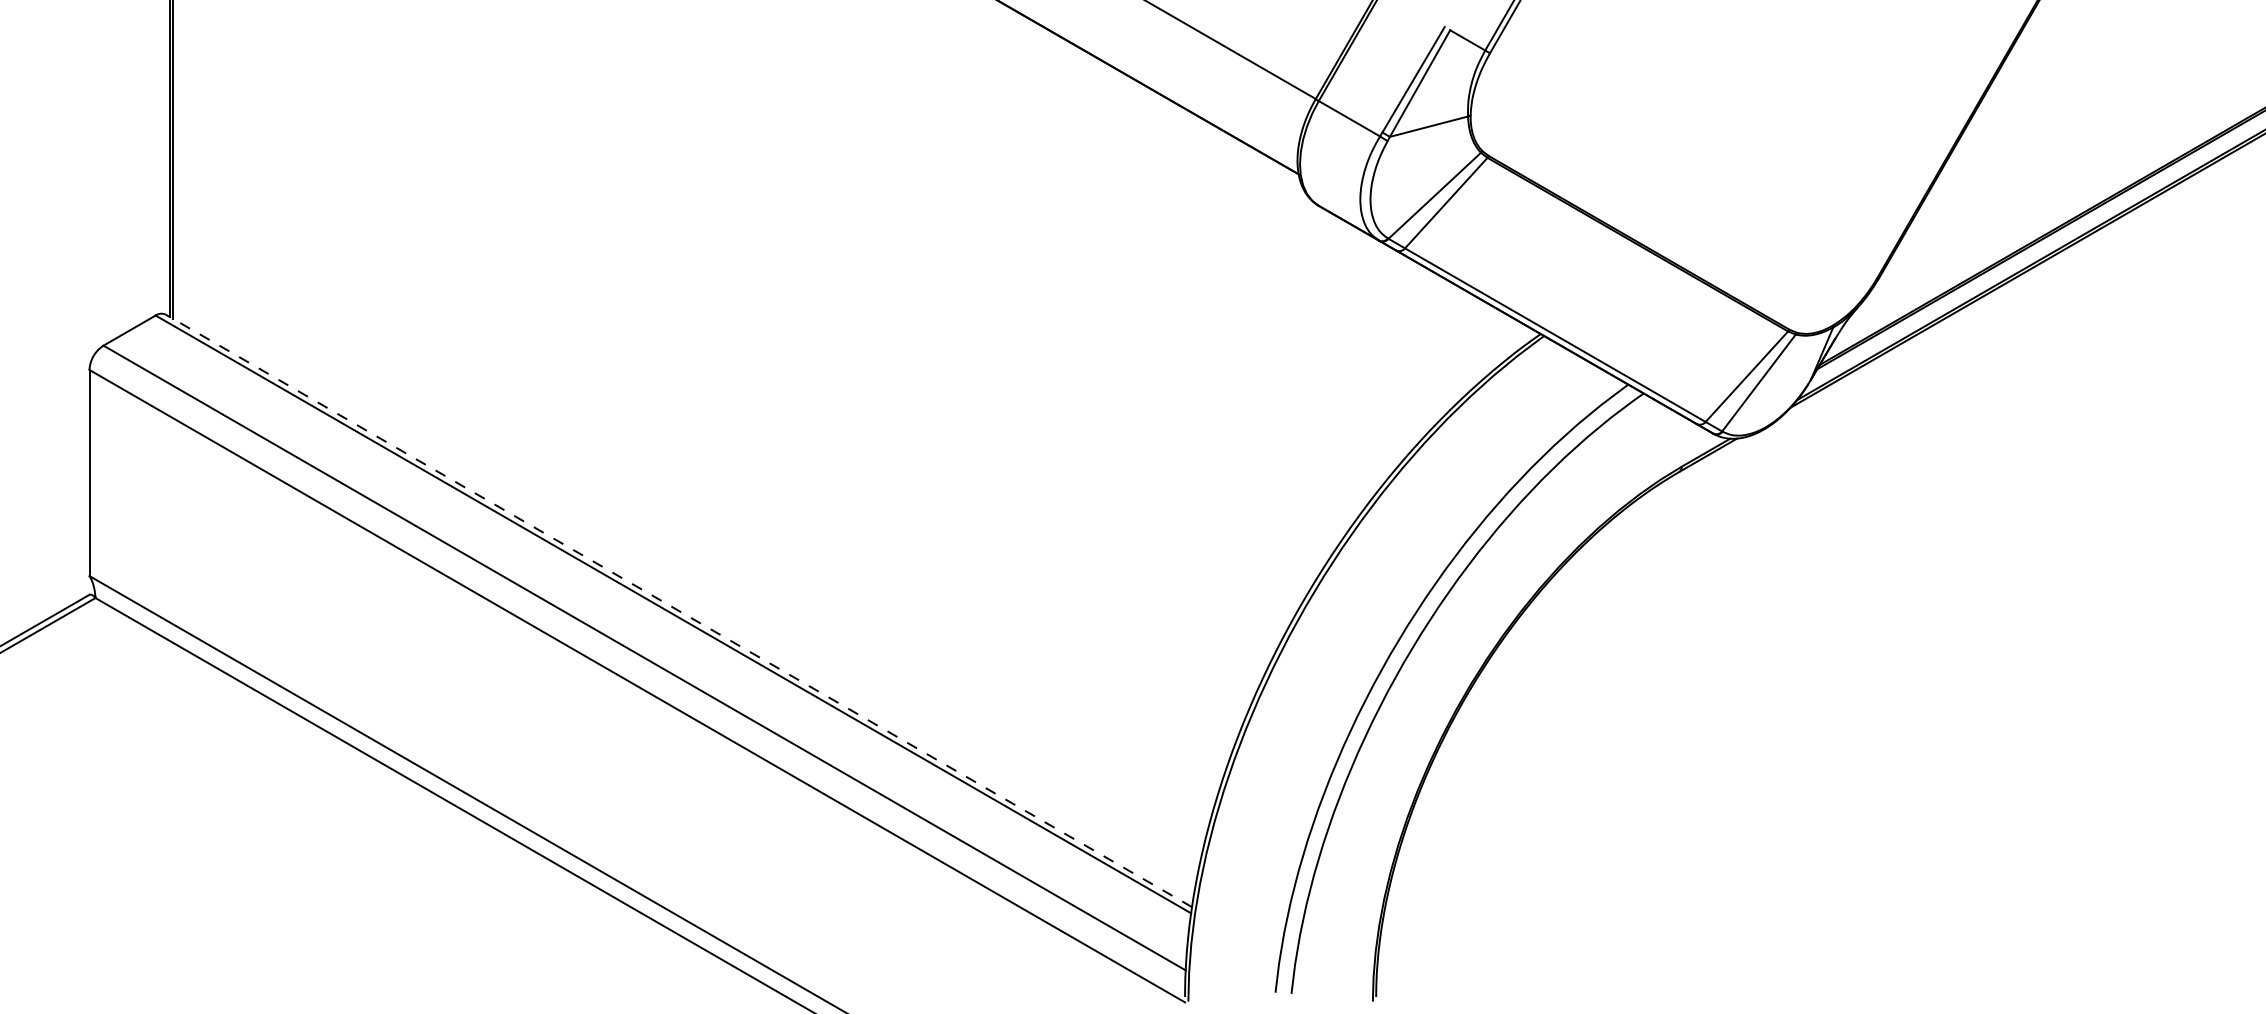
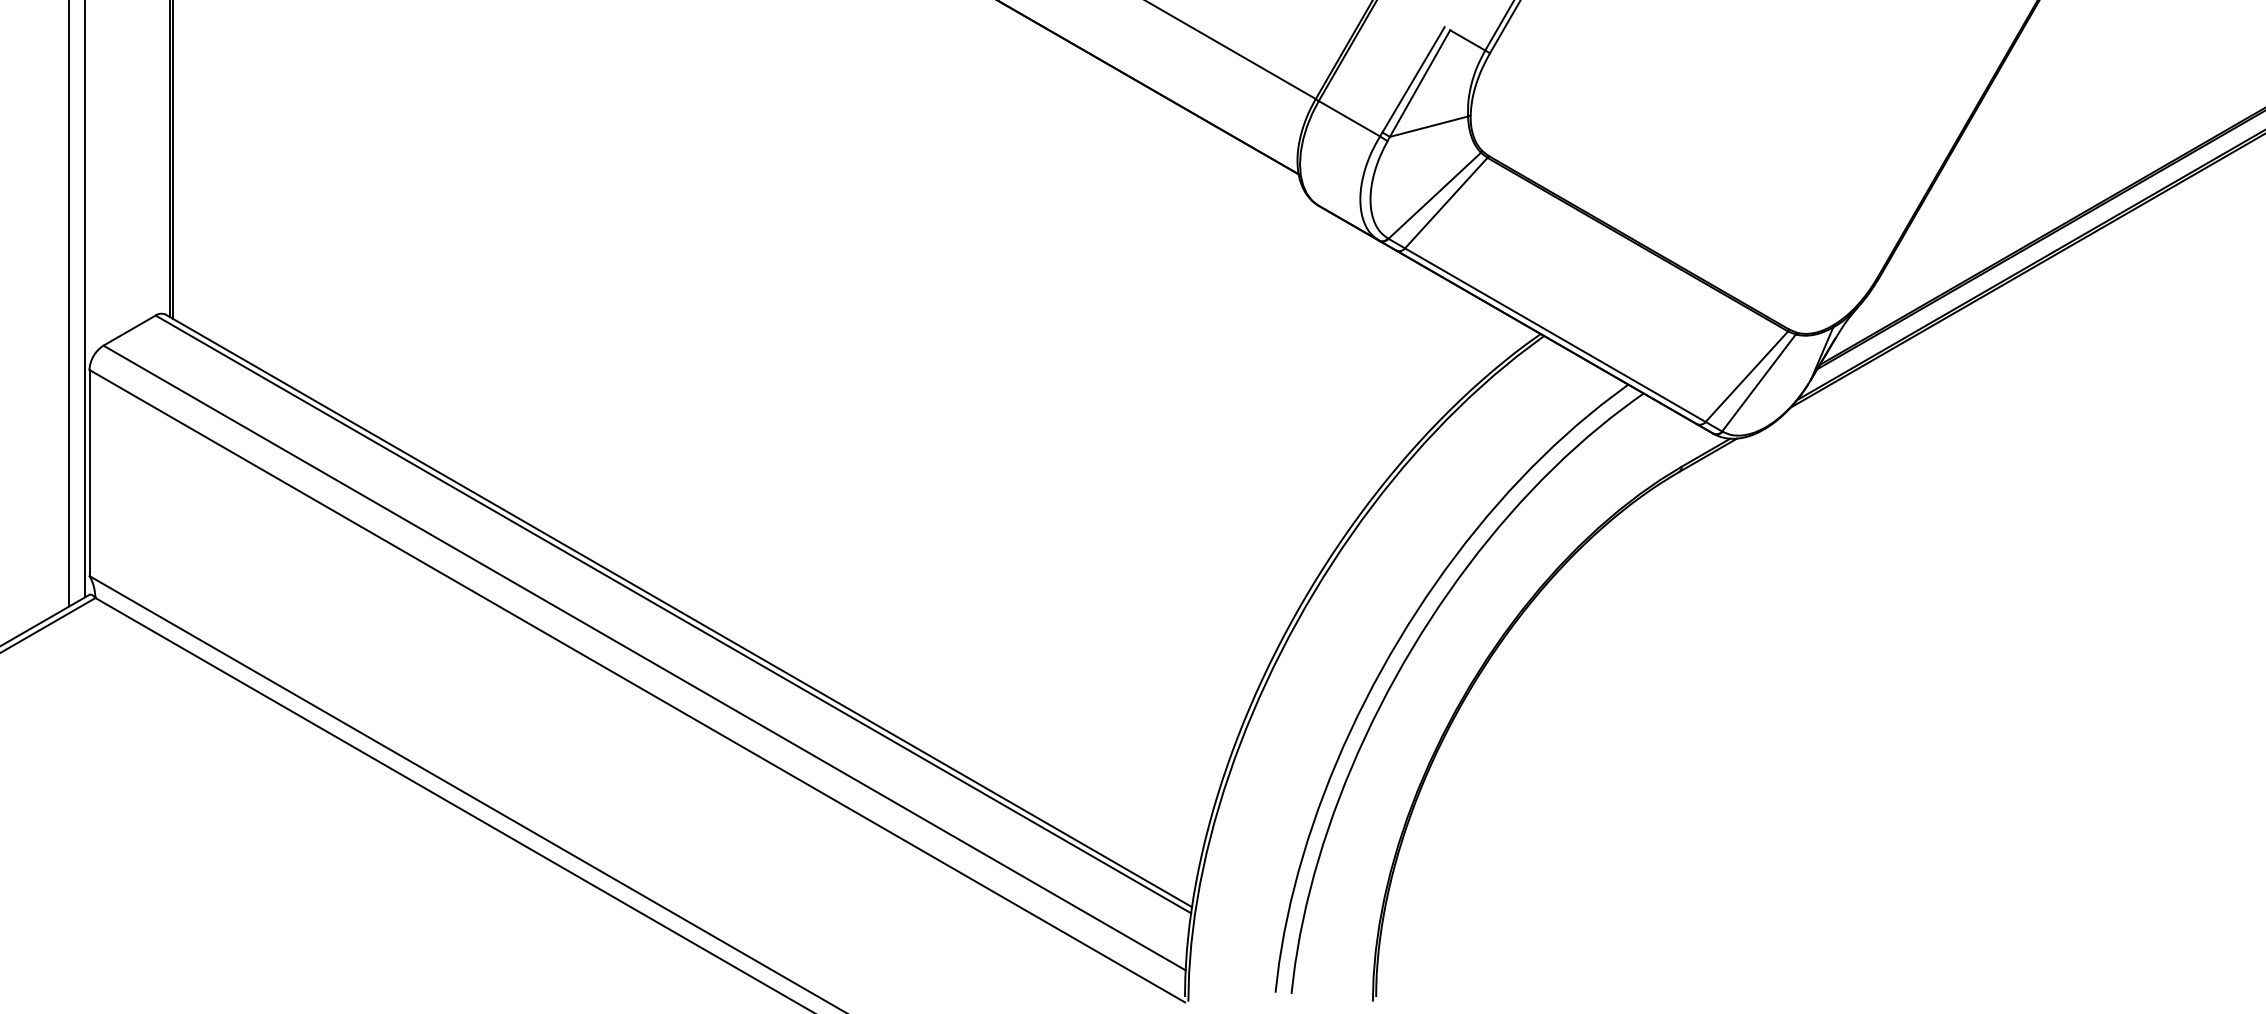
line at (85, 299): none -> present
line at (69, 304): none -> present
line at (678, 610): dashed -> solid
